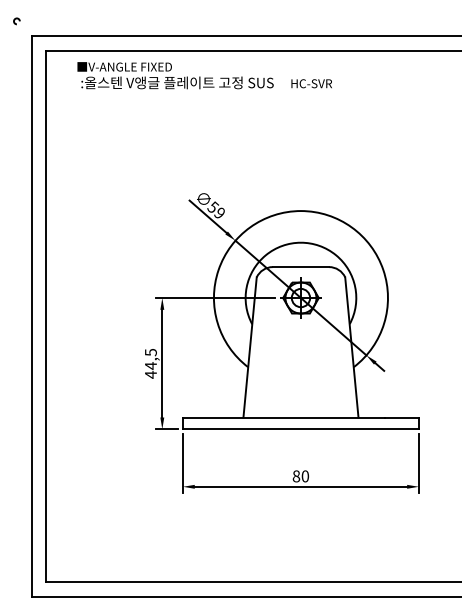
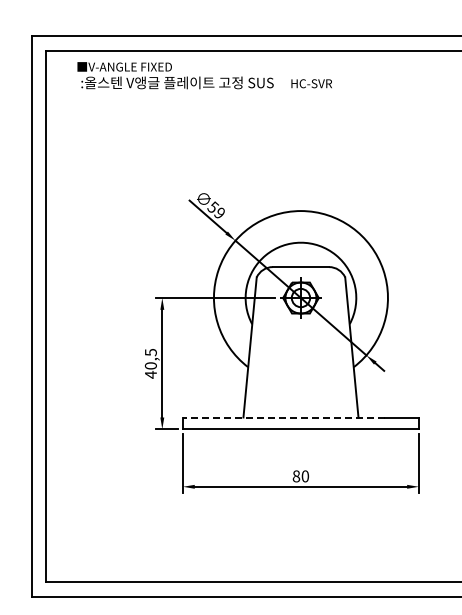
arc at (15, 20): present -> none
text at (150, 365): 44,5 -> 40,5
line at (283, 417): solid -> dashed
